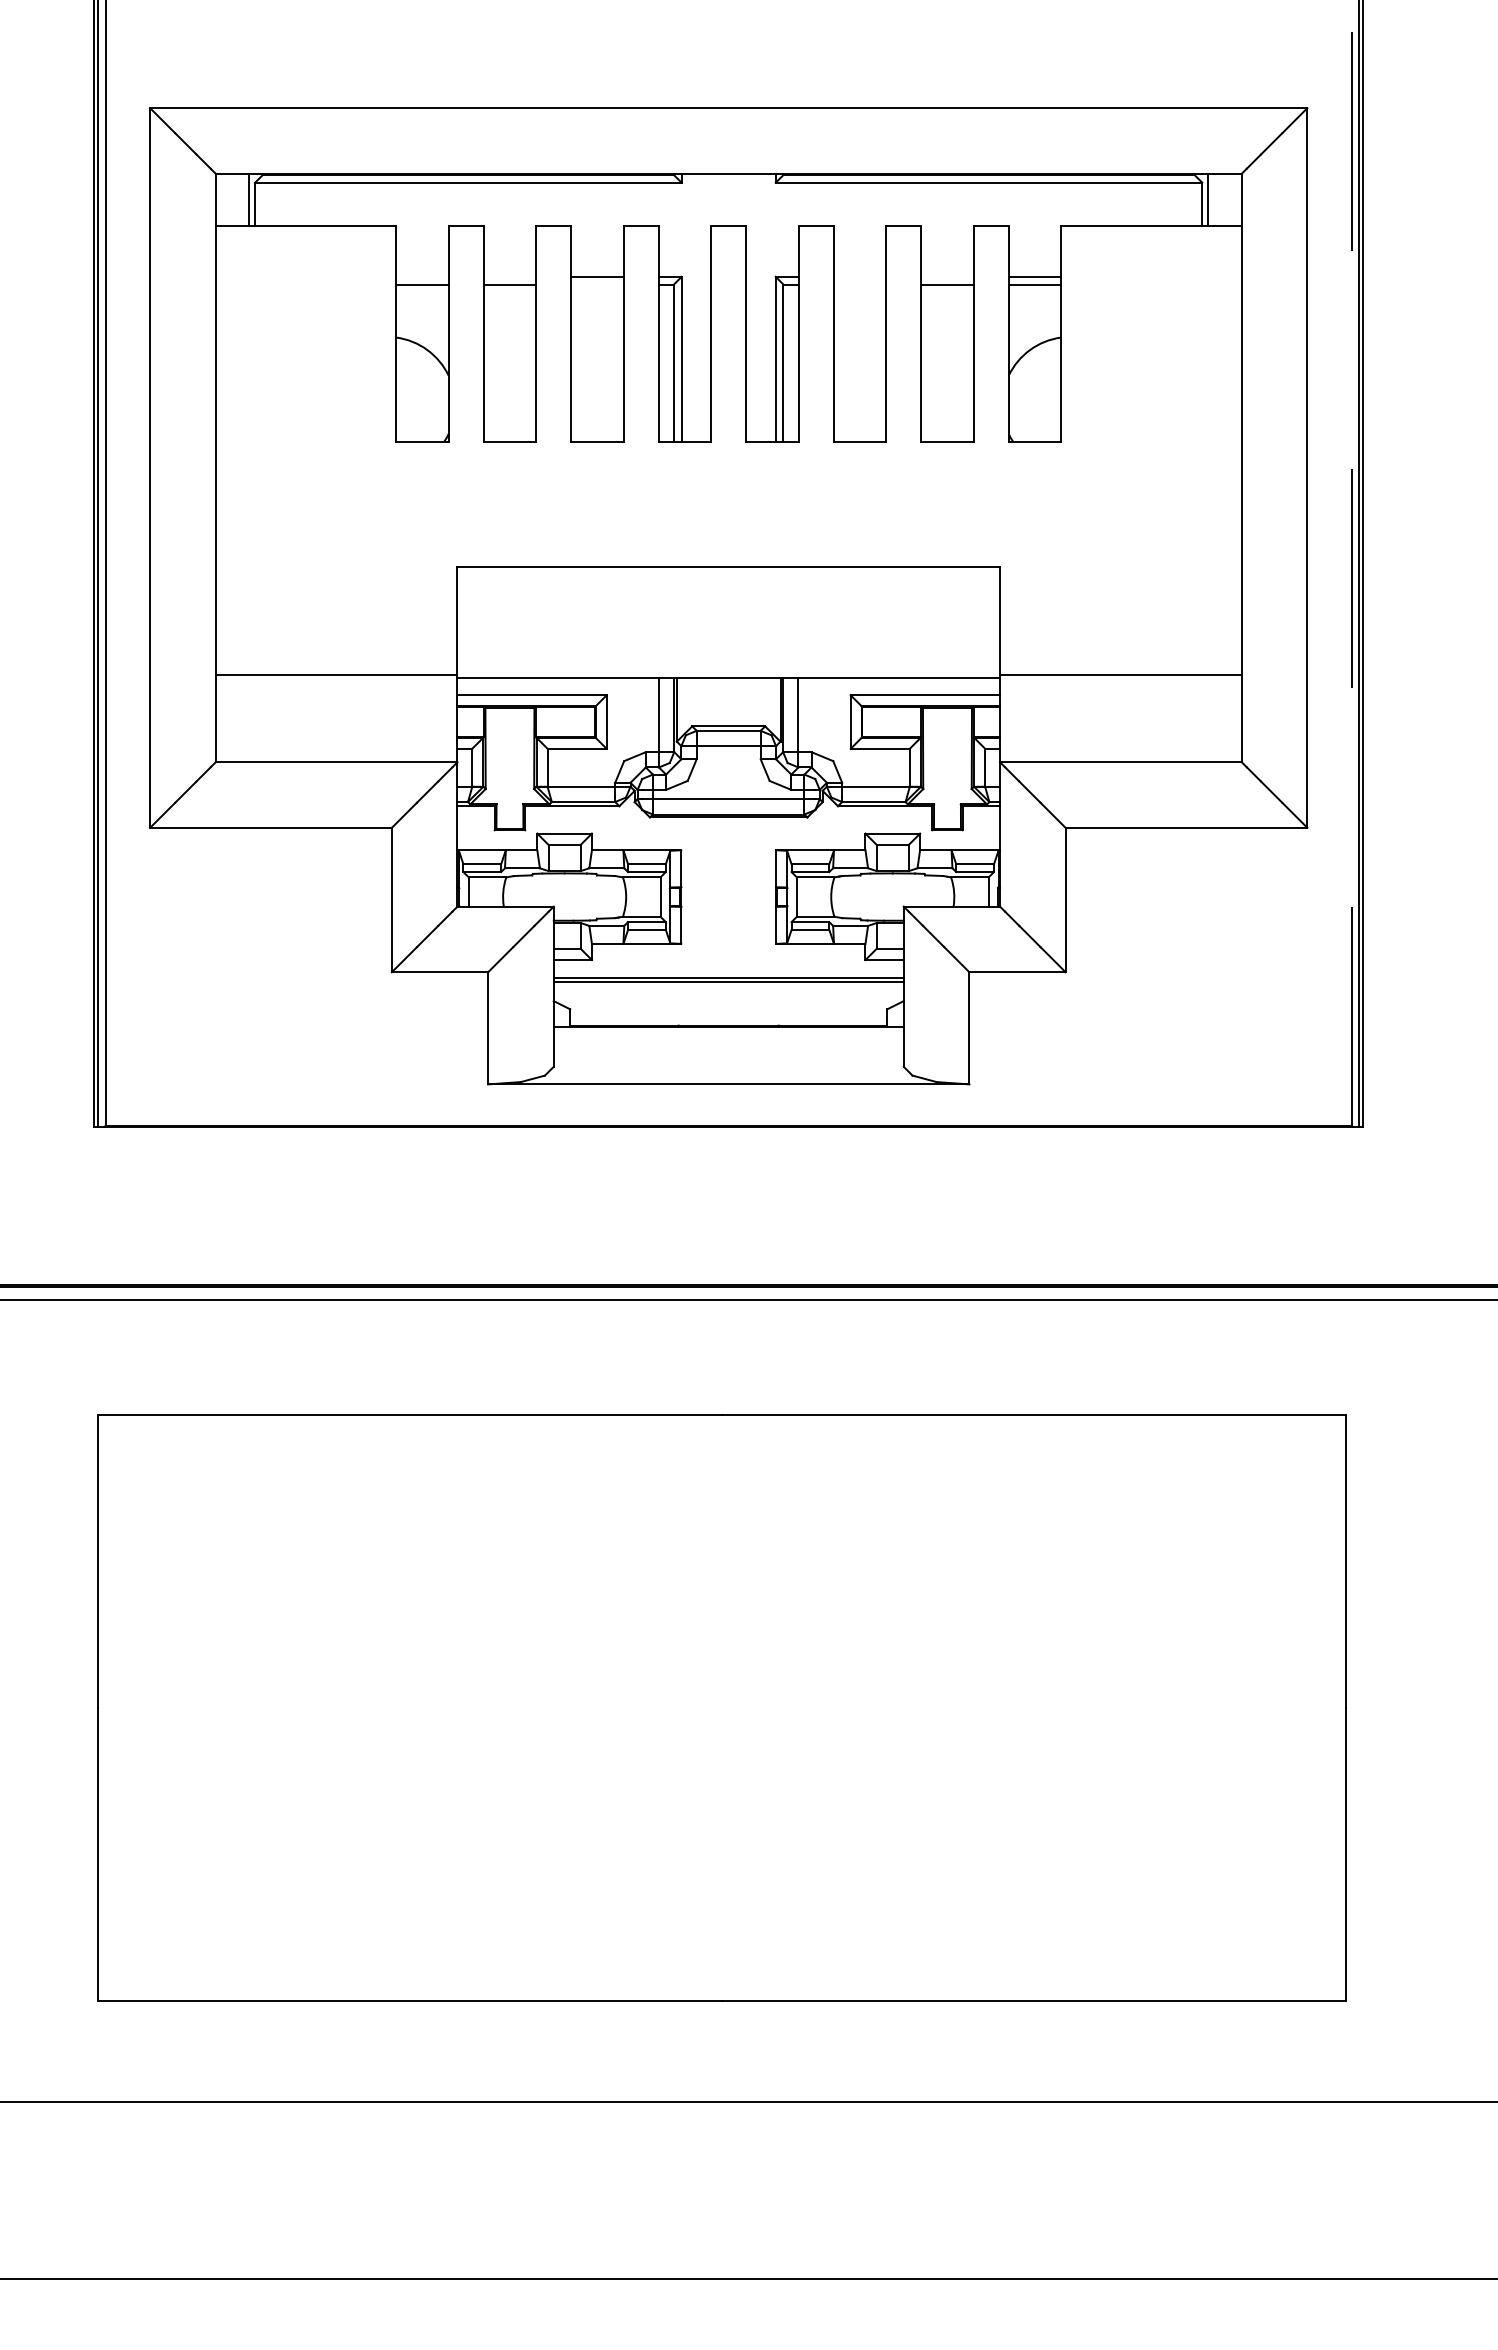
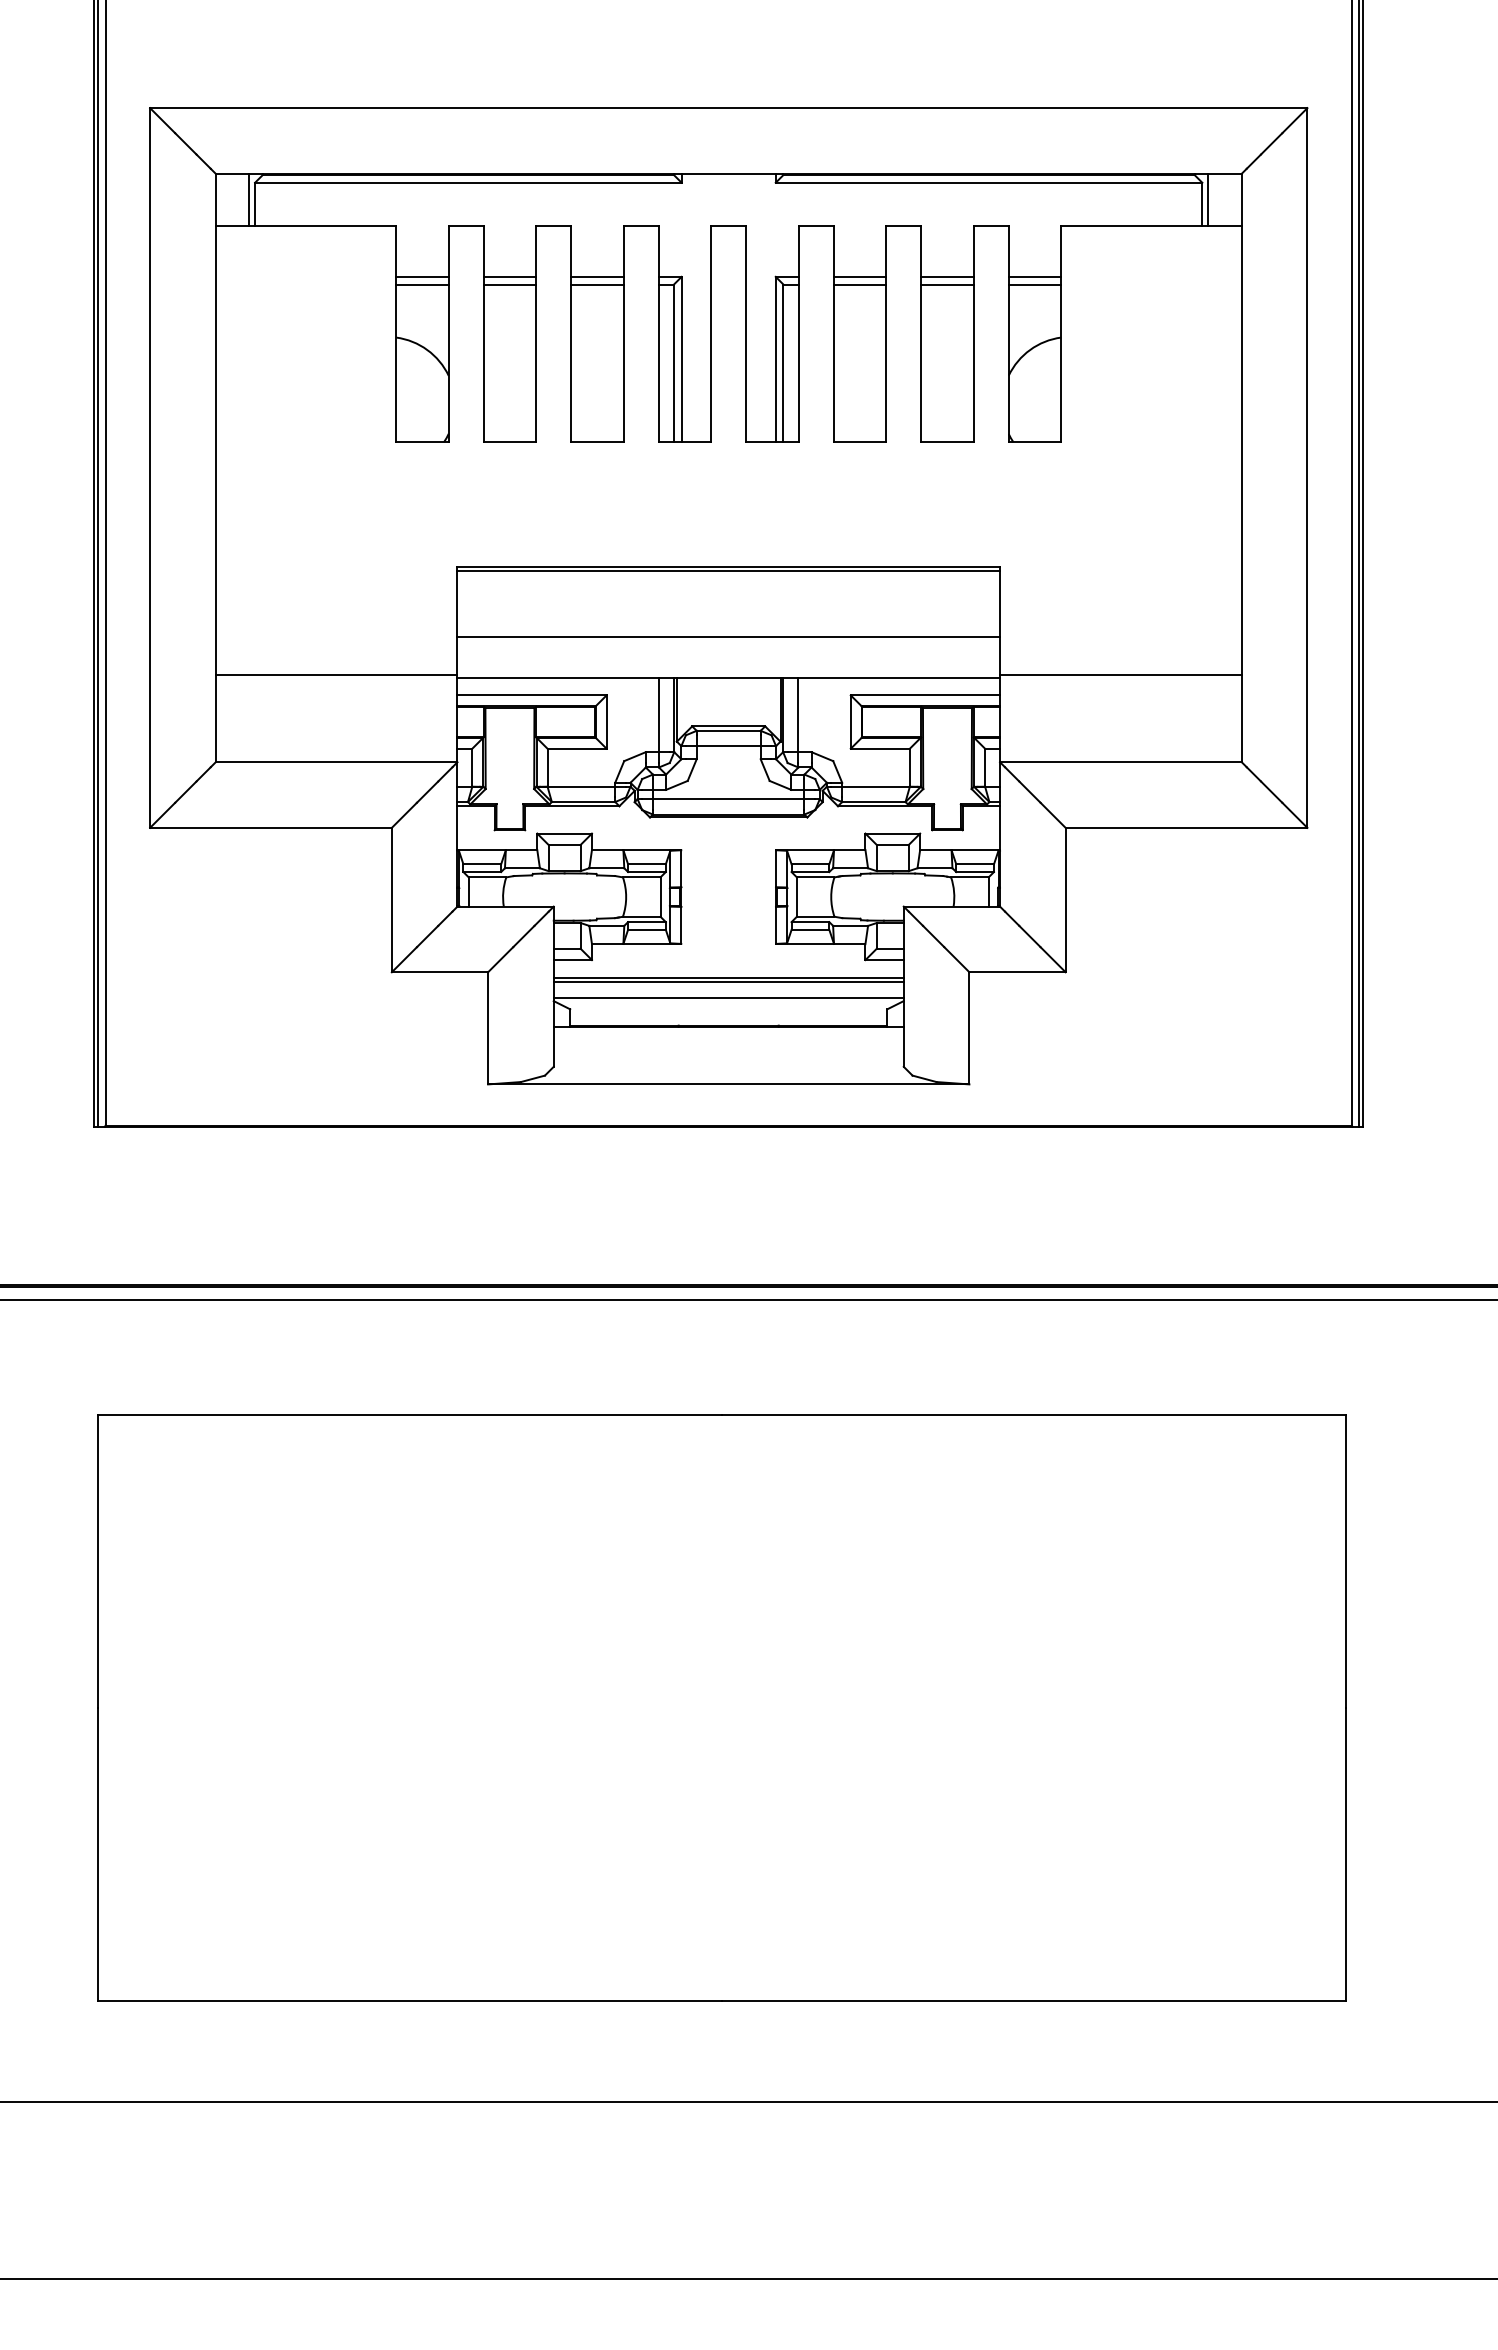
line at (422, 276): none -> present
line at (509, 276): none -> present
line at (859, 276): none -> present
line at (947, 276): none -> present
line at (597, 284): none -> present
line at (859, 284): none -> present
line at (1352, 562): dashed -> solid
line at (728, 571): none -> present
line at (728, 636): none -> present
line at (728, 997): none -> present
